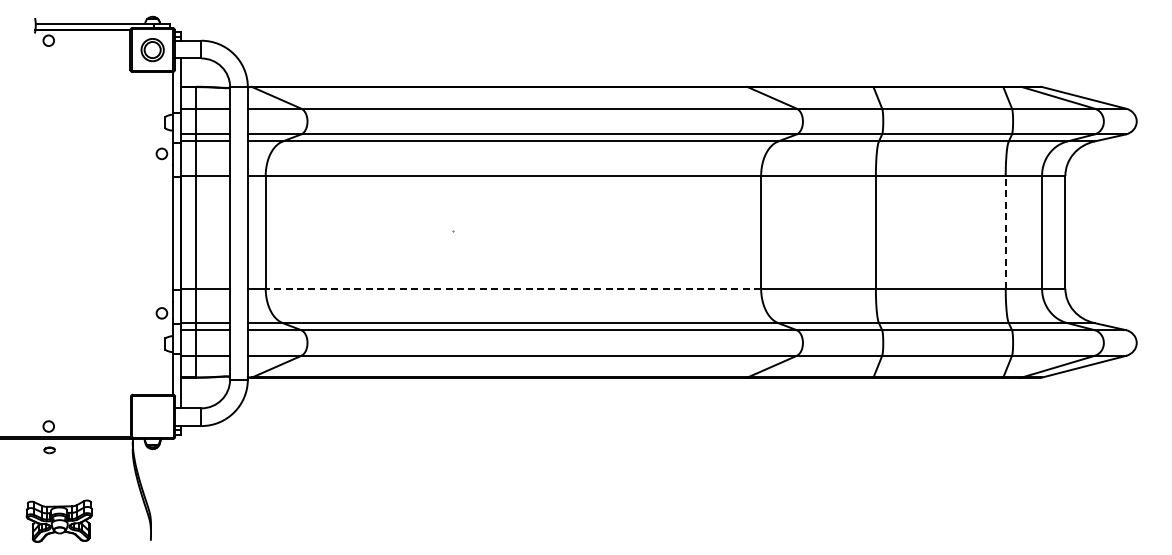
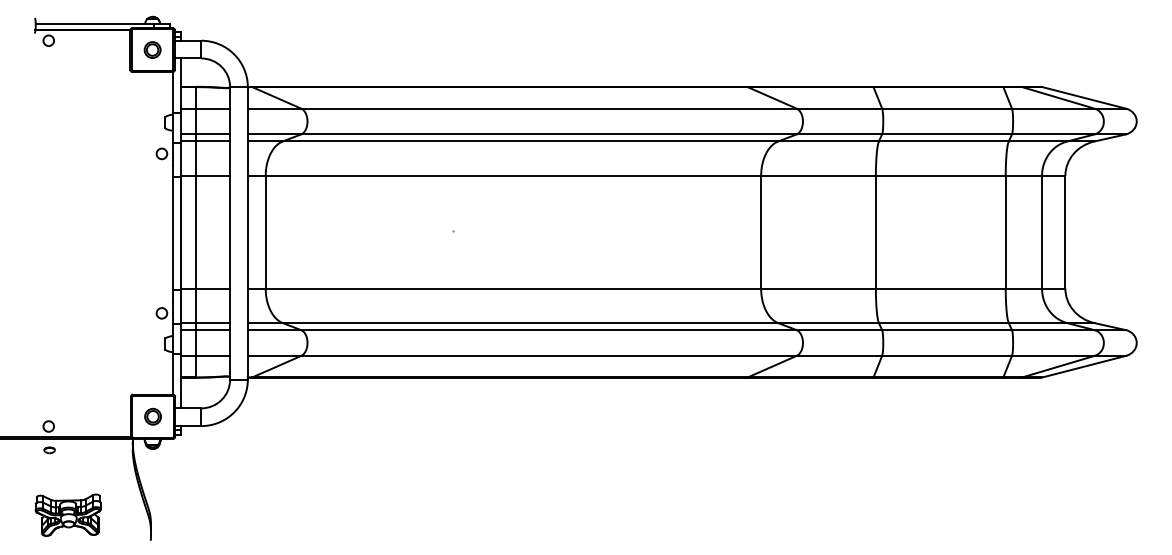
part at (152, 50) size: 25x25 px -> 19x18 px
line at (1005, 231): dashed -> solid
line at (513, 288): dashed -> solid
part at (152, 416): none -> present
part at (58, 520) position: (58, 520) -> (67, 514)
